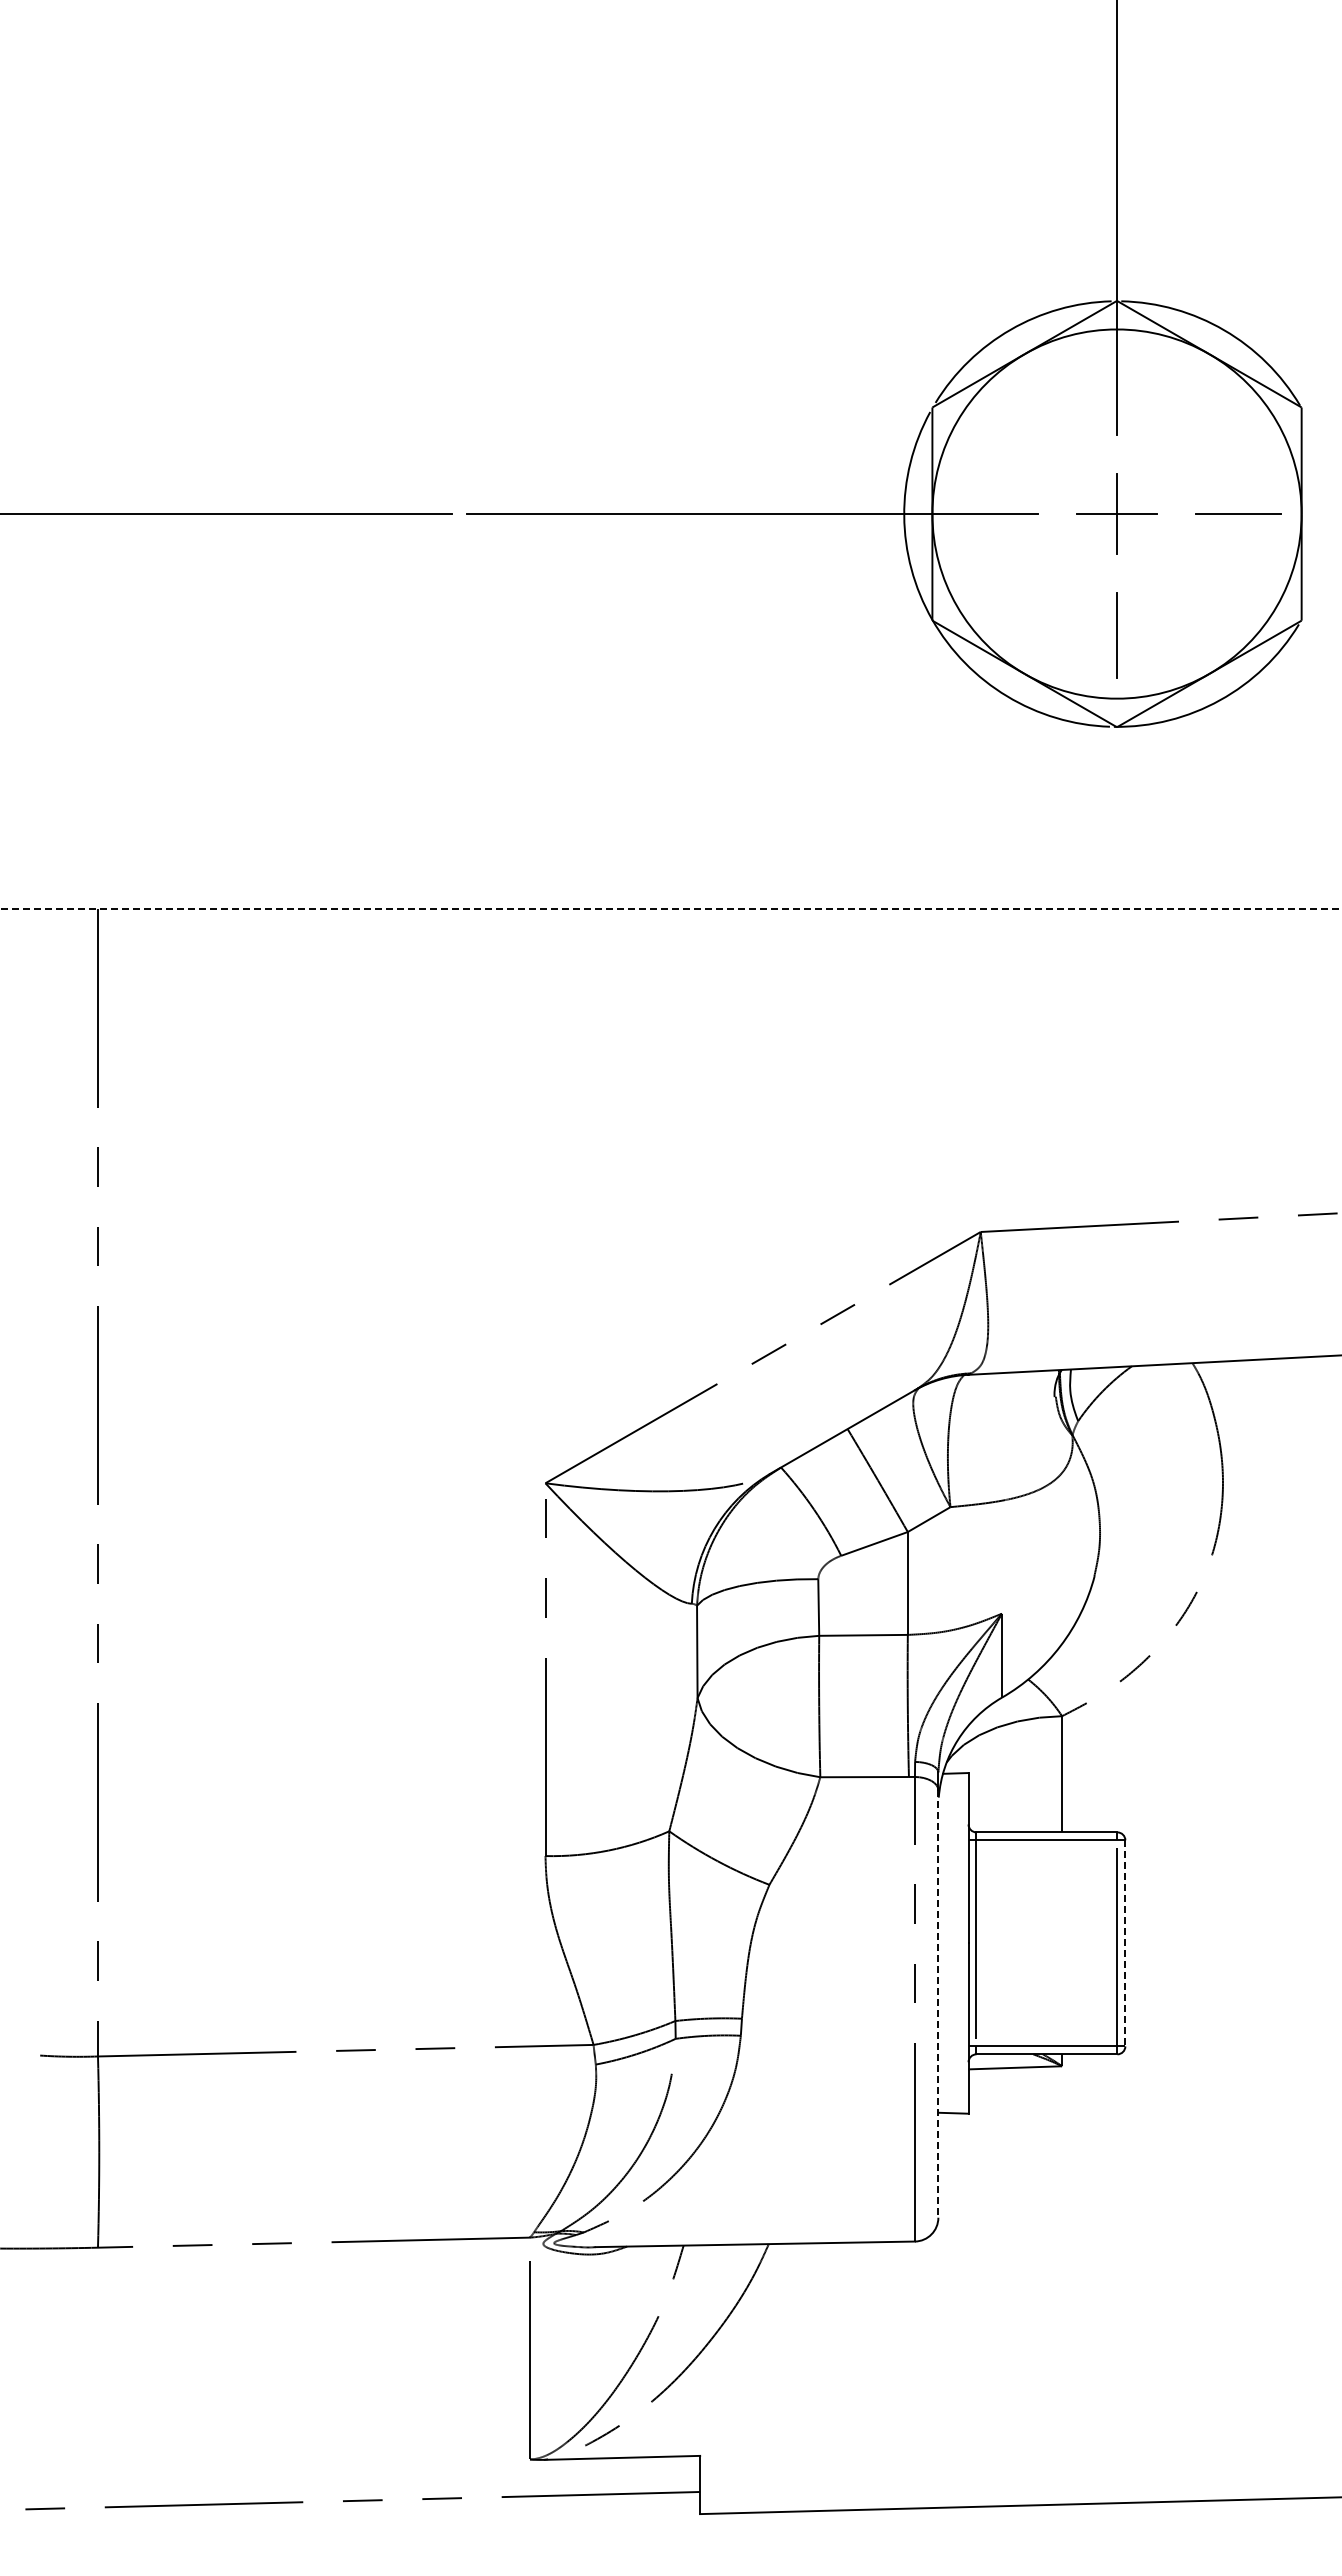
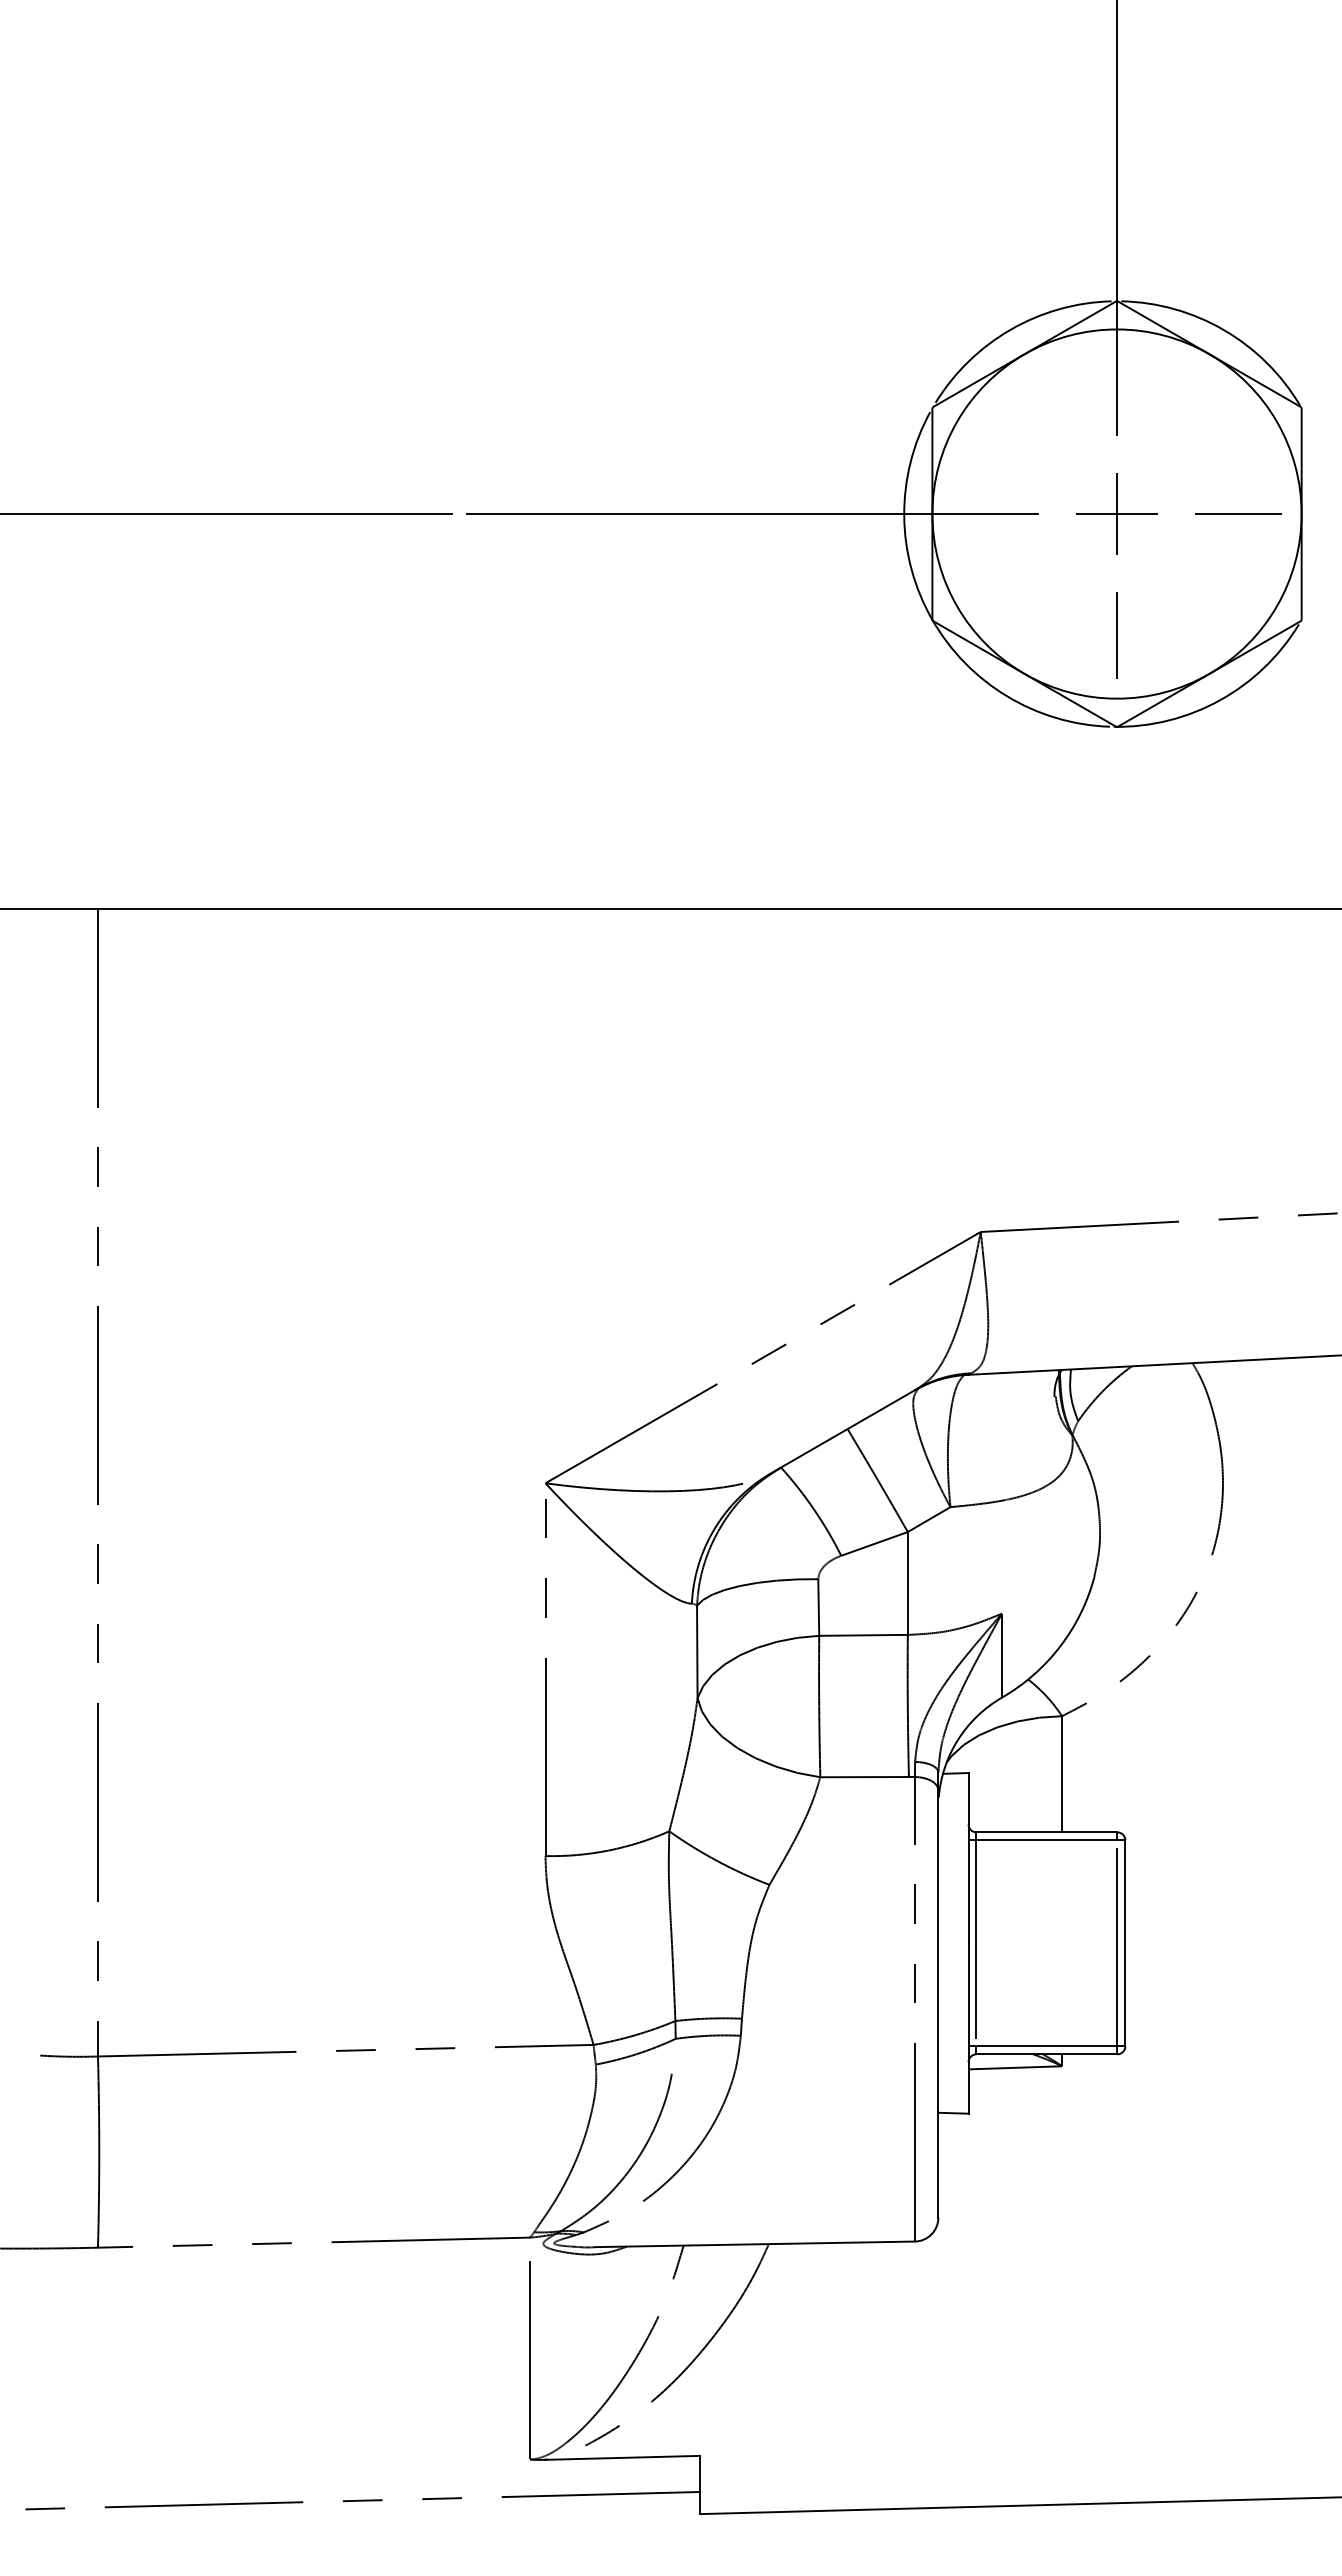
line at (671, 909): dashed -> solid
line at (1125, 1943): dashed -> solid
line at (938, 2004): dashed -> solid
